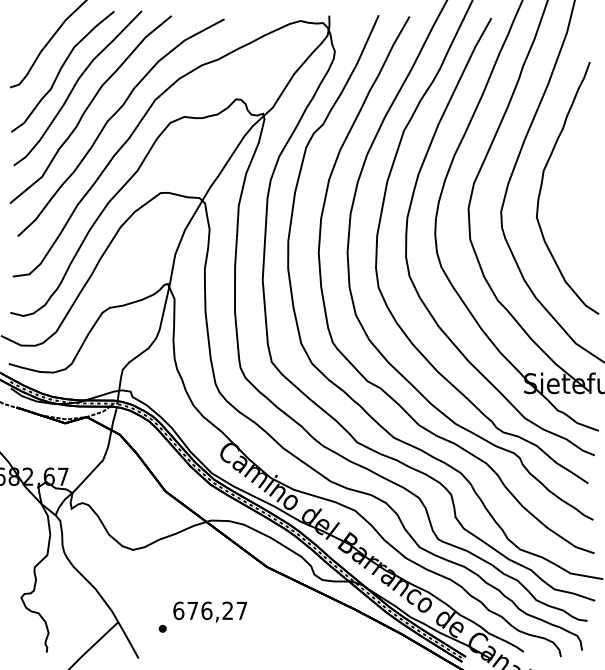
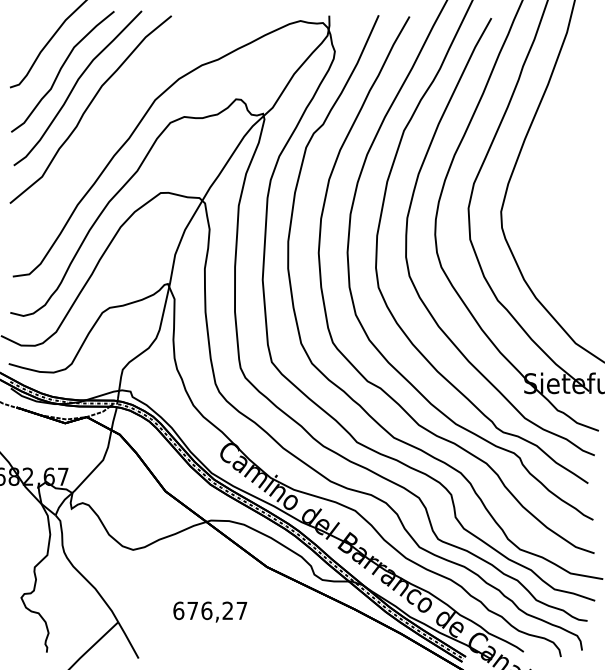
curve at (111, 118): present -> none
curve at (542, 186): present -> none
part at (162, 628): present -> none
